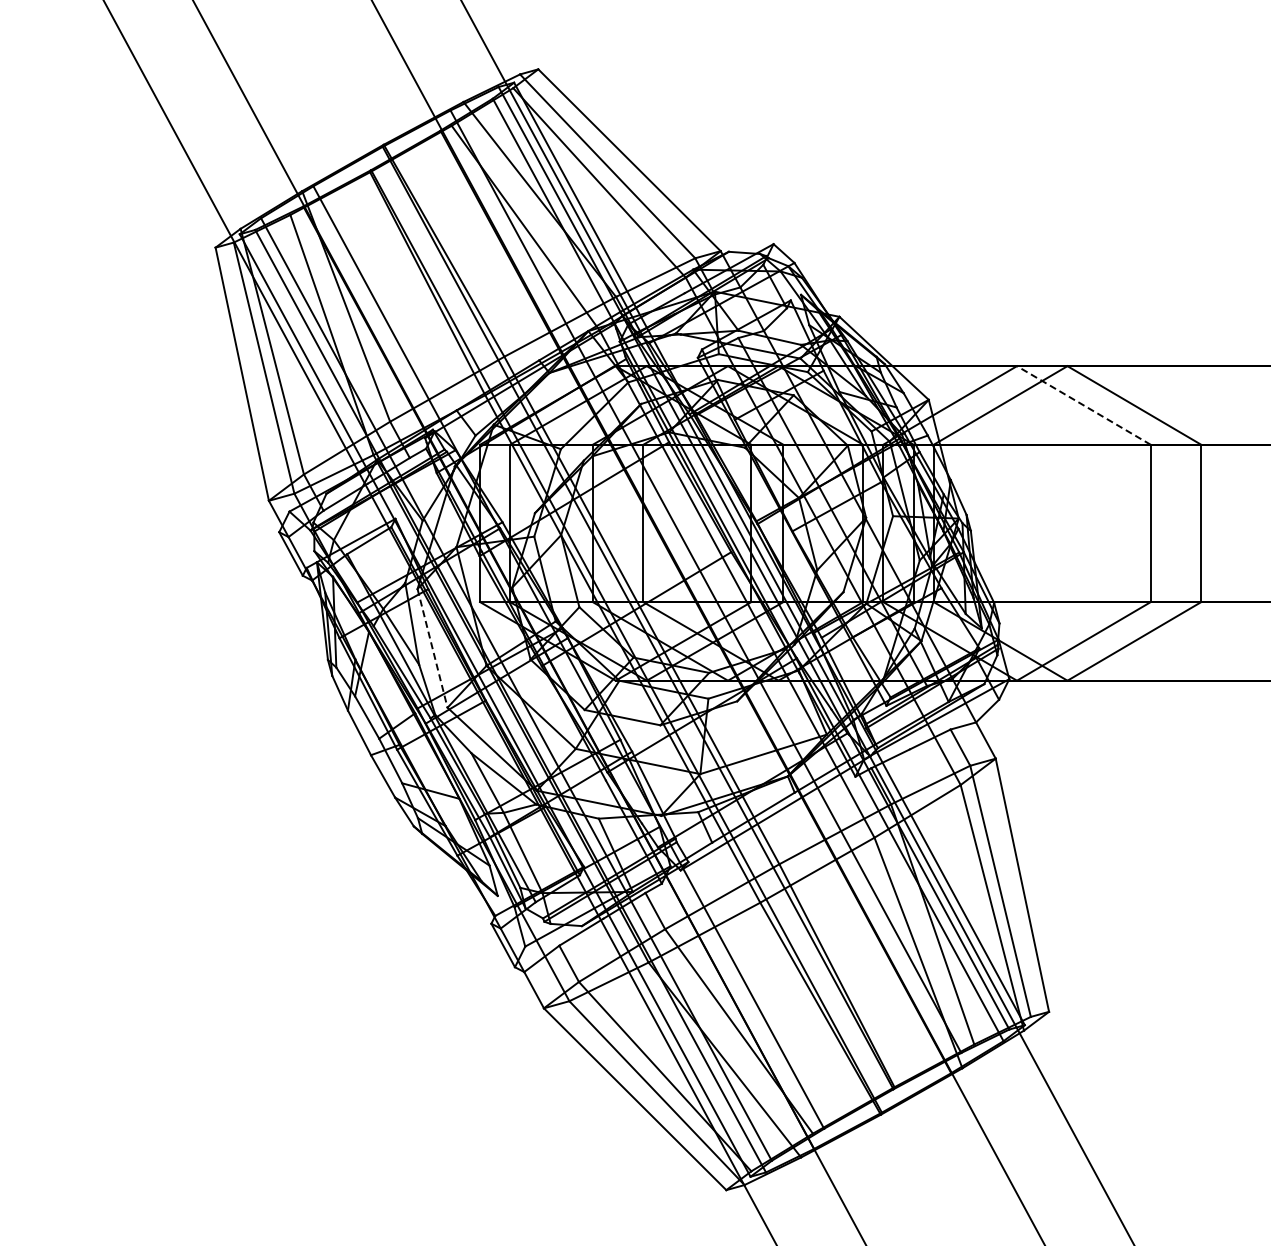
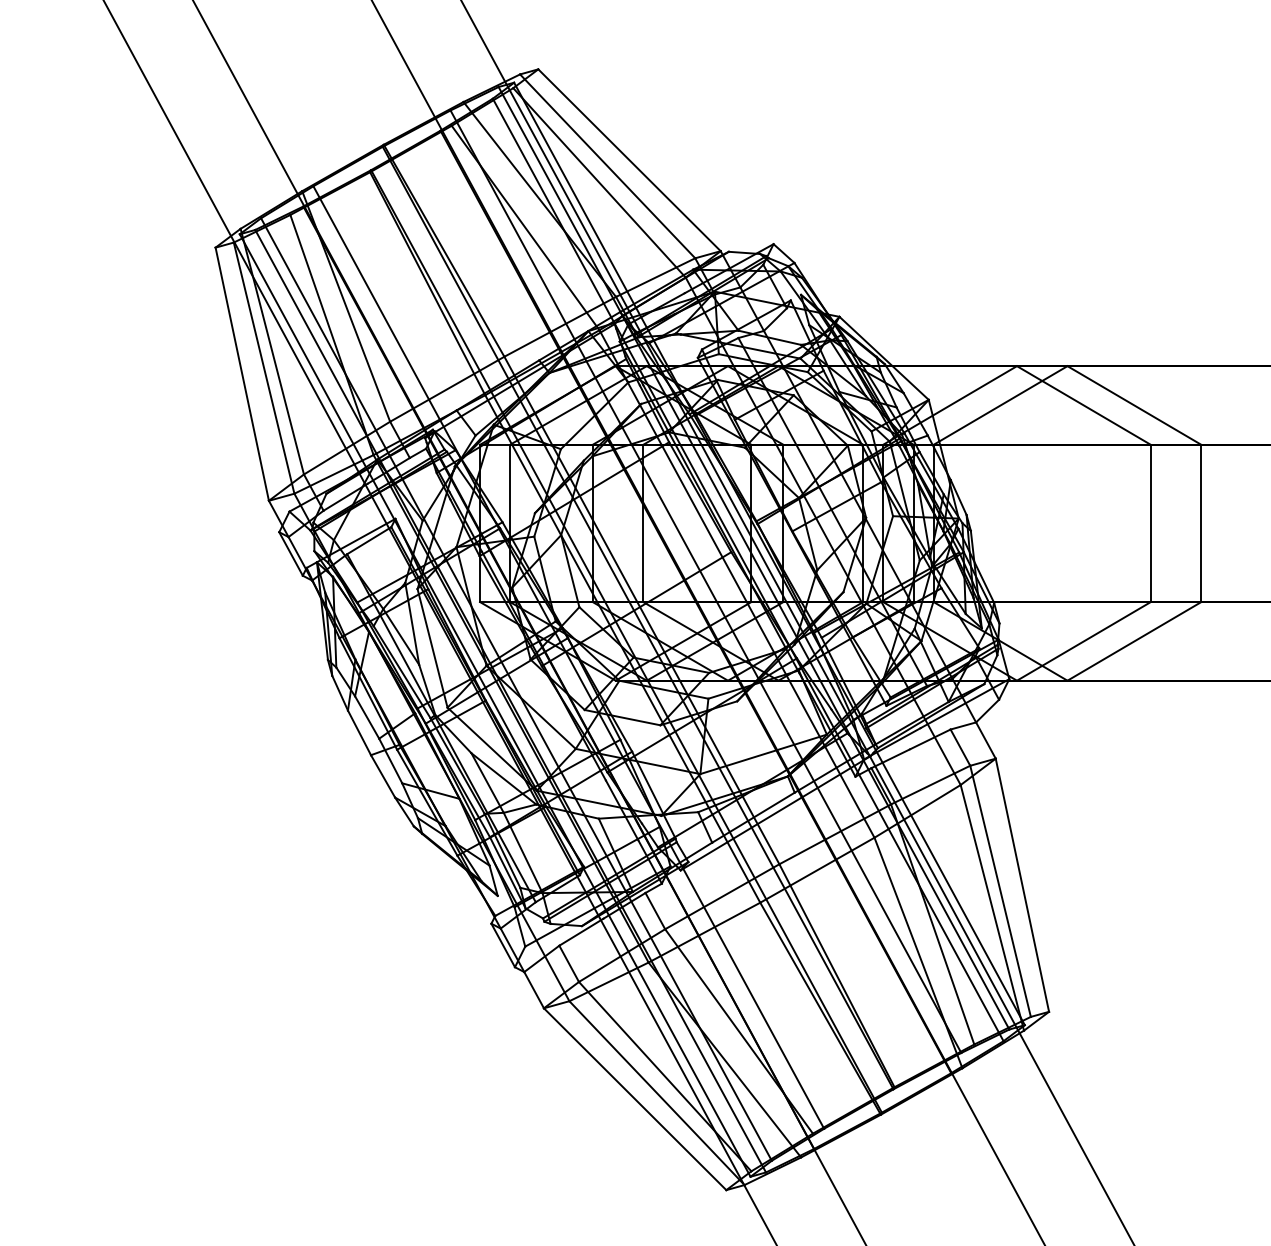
line at (1083, 405): dashed -> solid
line at (432, 648): dashed -> solid
